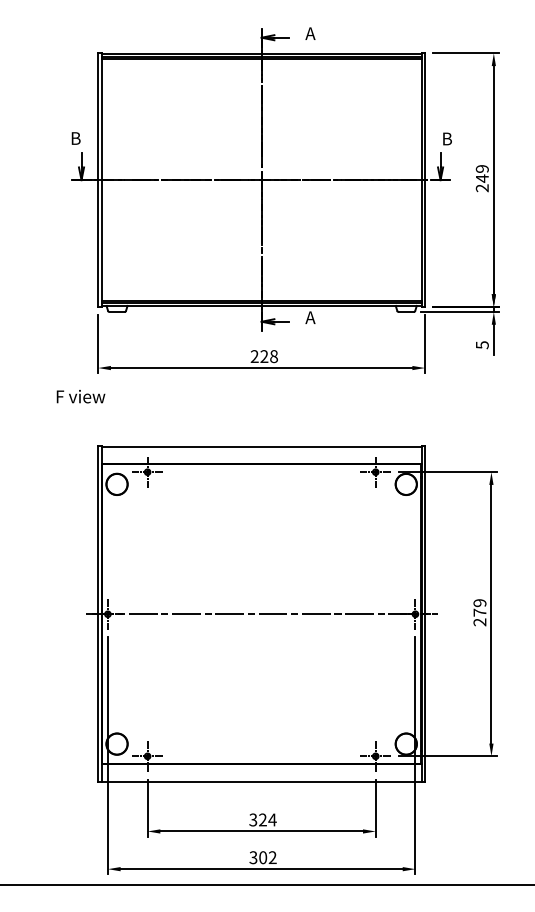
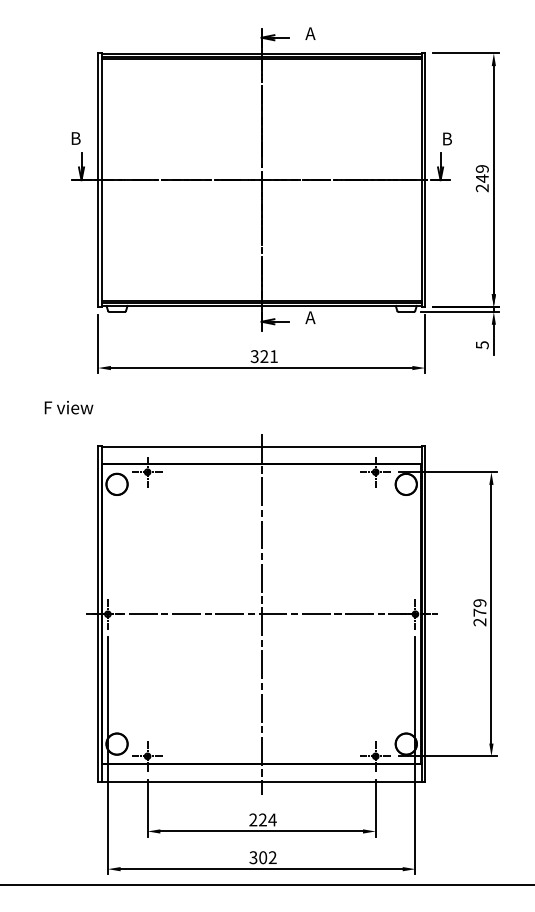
text at (263, 356): 228 -> 321
text at (80, 396) position: (80, 396) -> (68, 407)
line at (261, 614): none -> present
text at (253, 820): 324 -> 224
